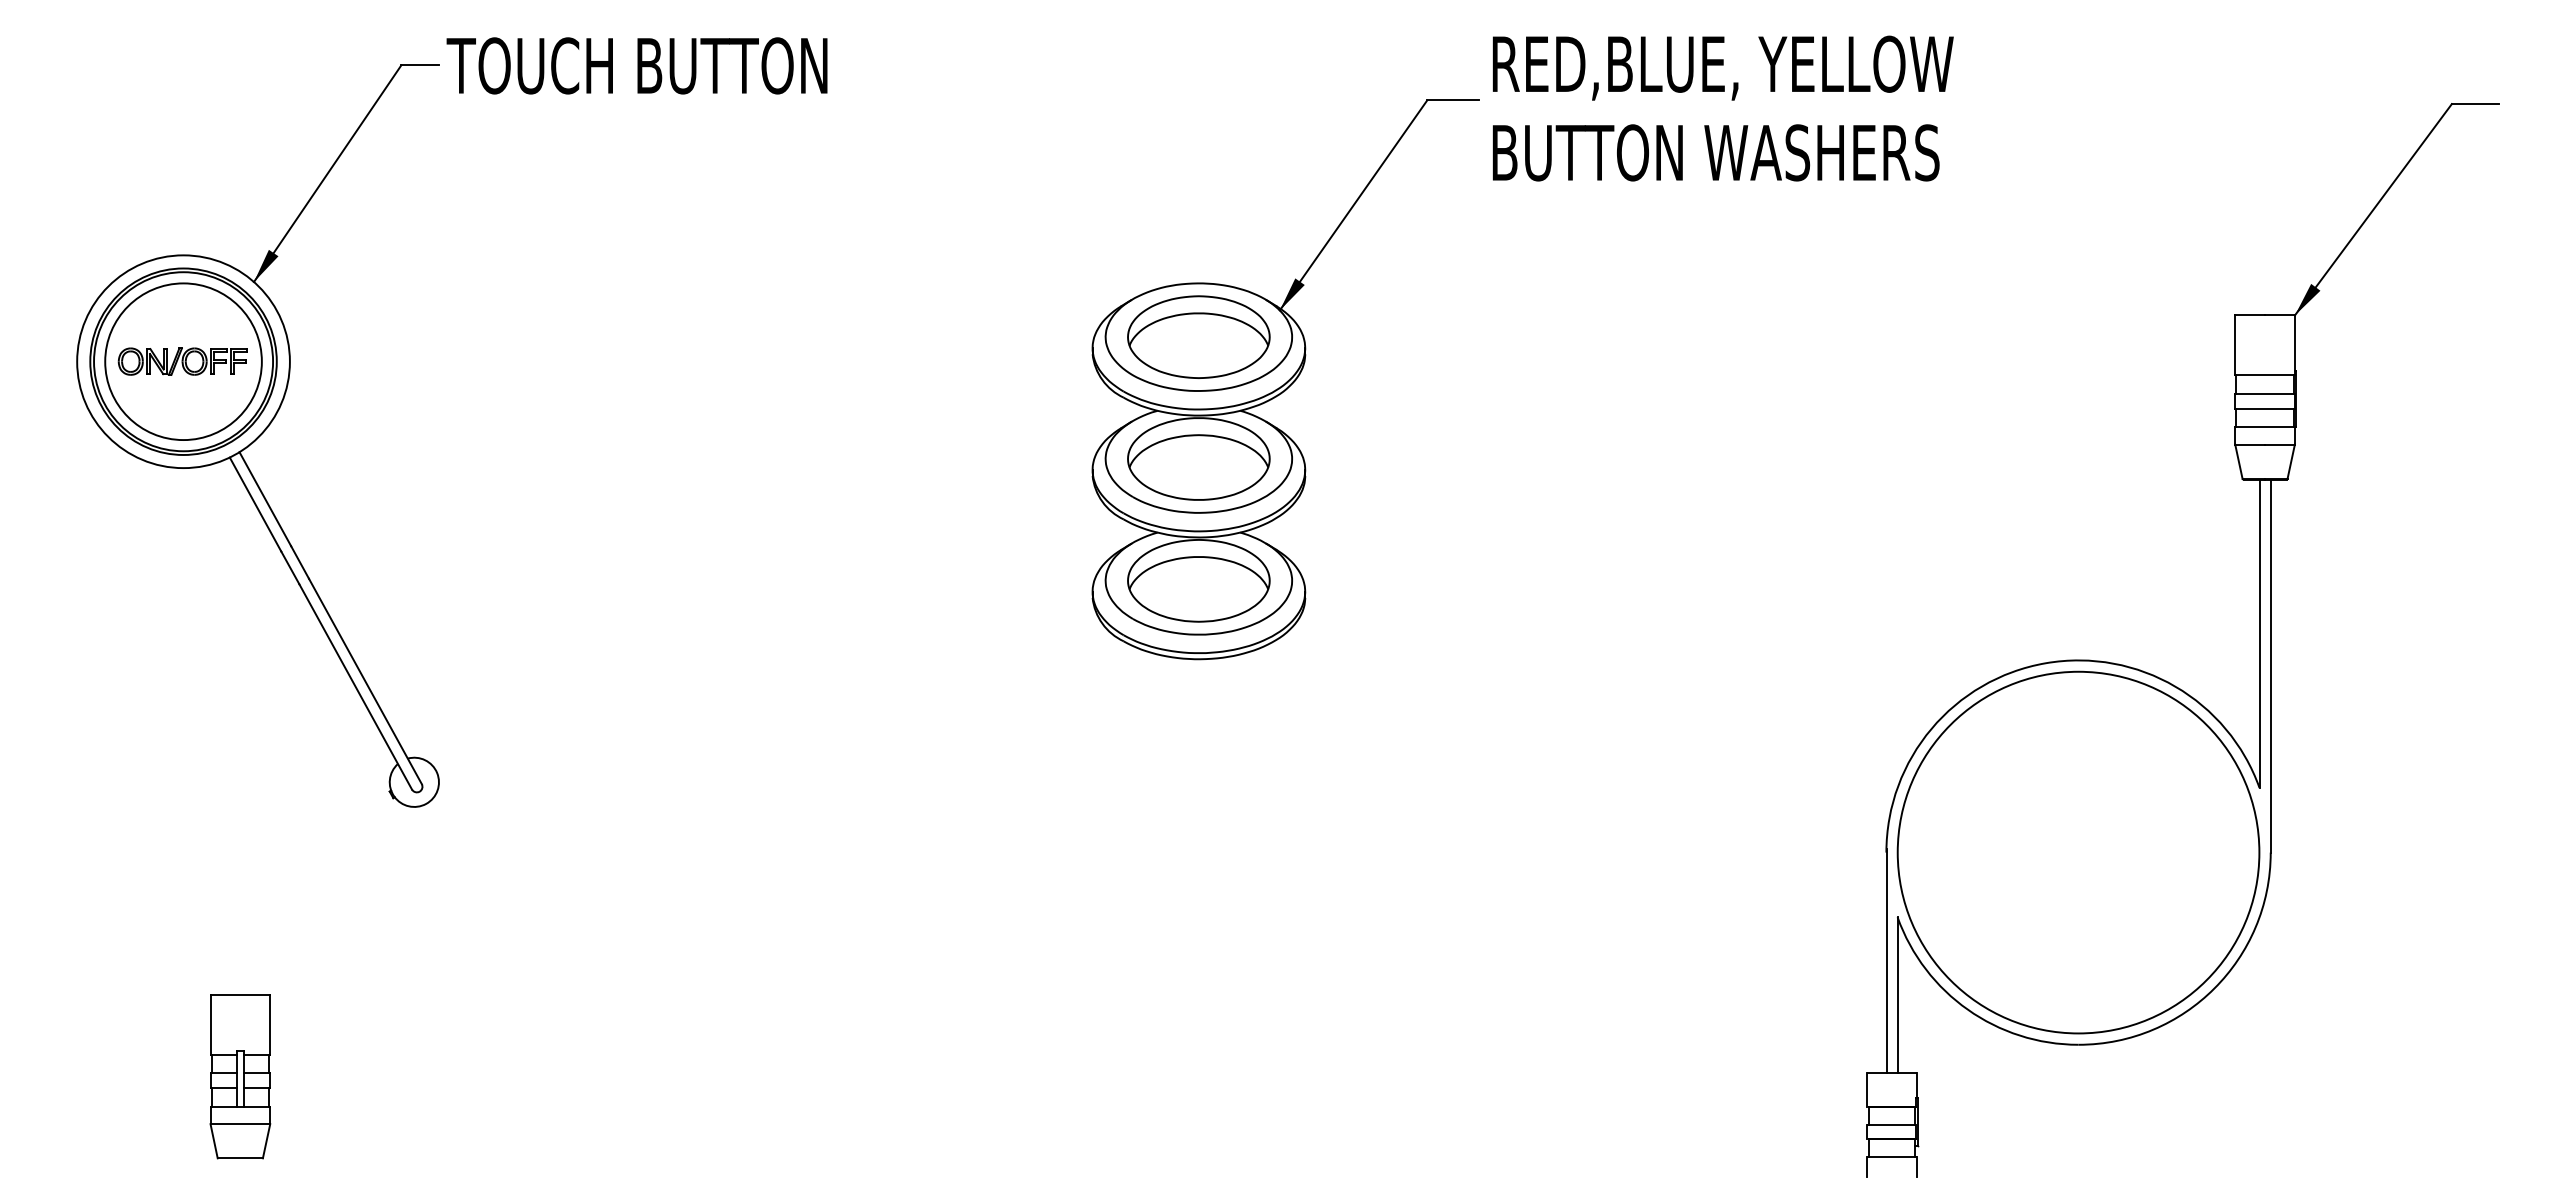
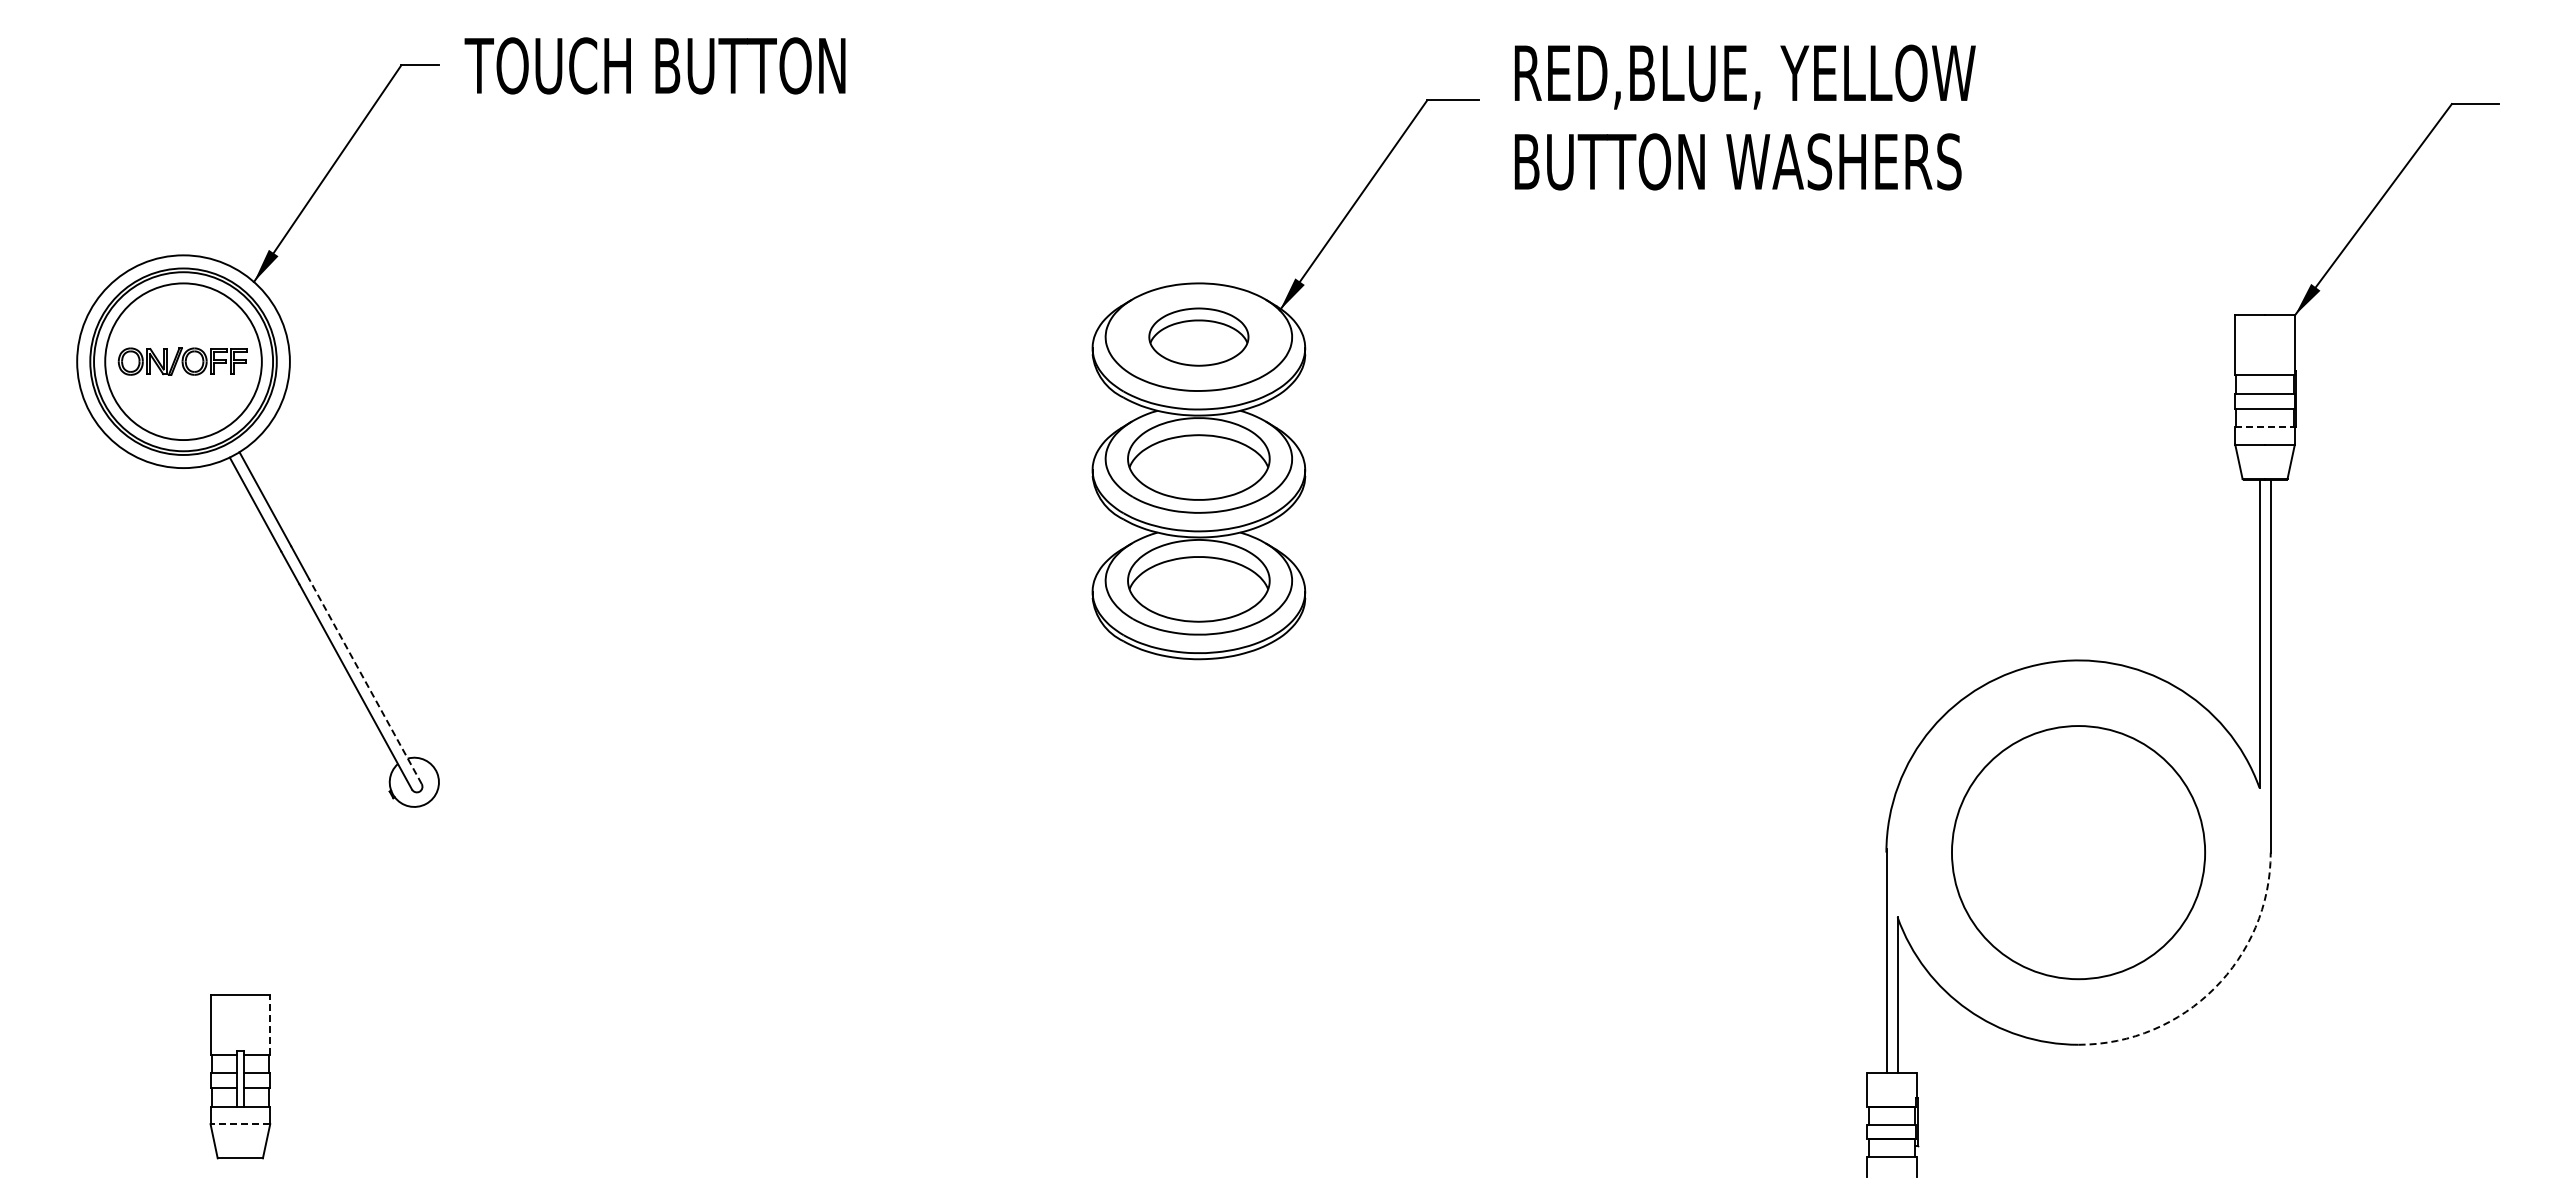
text at (636, 65) position: (636, 65) -> (654, 65)
text at (1722, 108) position: (1722, 108) -> (1744, 117)
part at (1198, 336) size: 144x84 px -> 102x60 px
line at (2264, 427): solid -> dashed
line at (365, 681): solid -> dashed
circle at (2078, 852) diameter: 362 px -> 253 px
arc at (2214, 988): solid -> dashed
line at (270, 1024): solid -> dashed
line at (240, 1124): solid -> dashed
